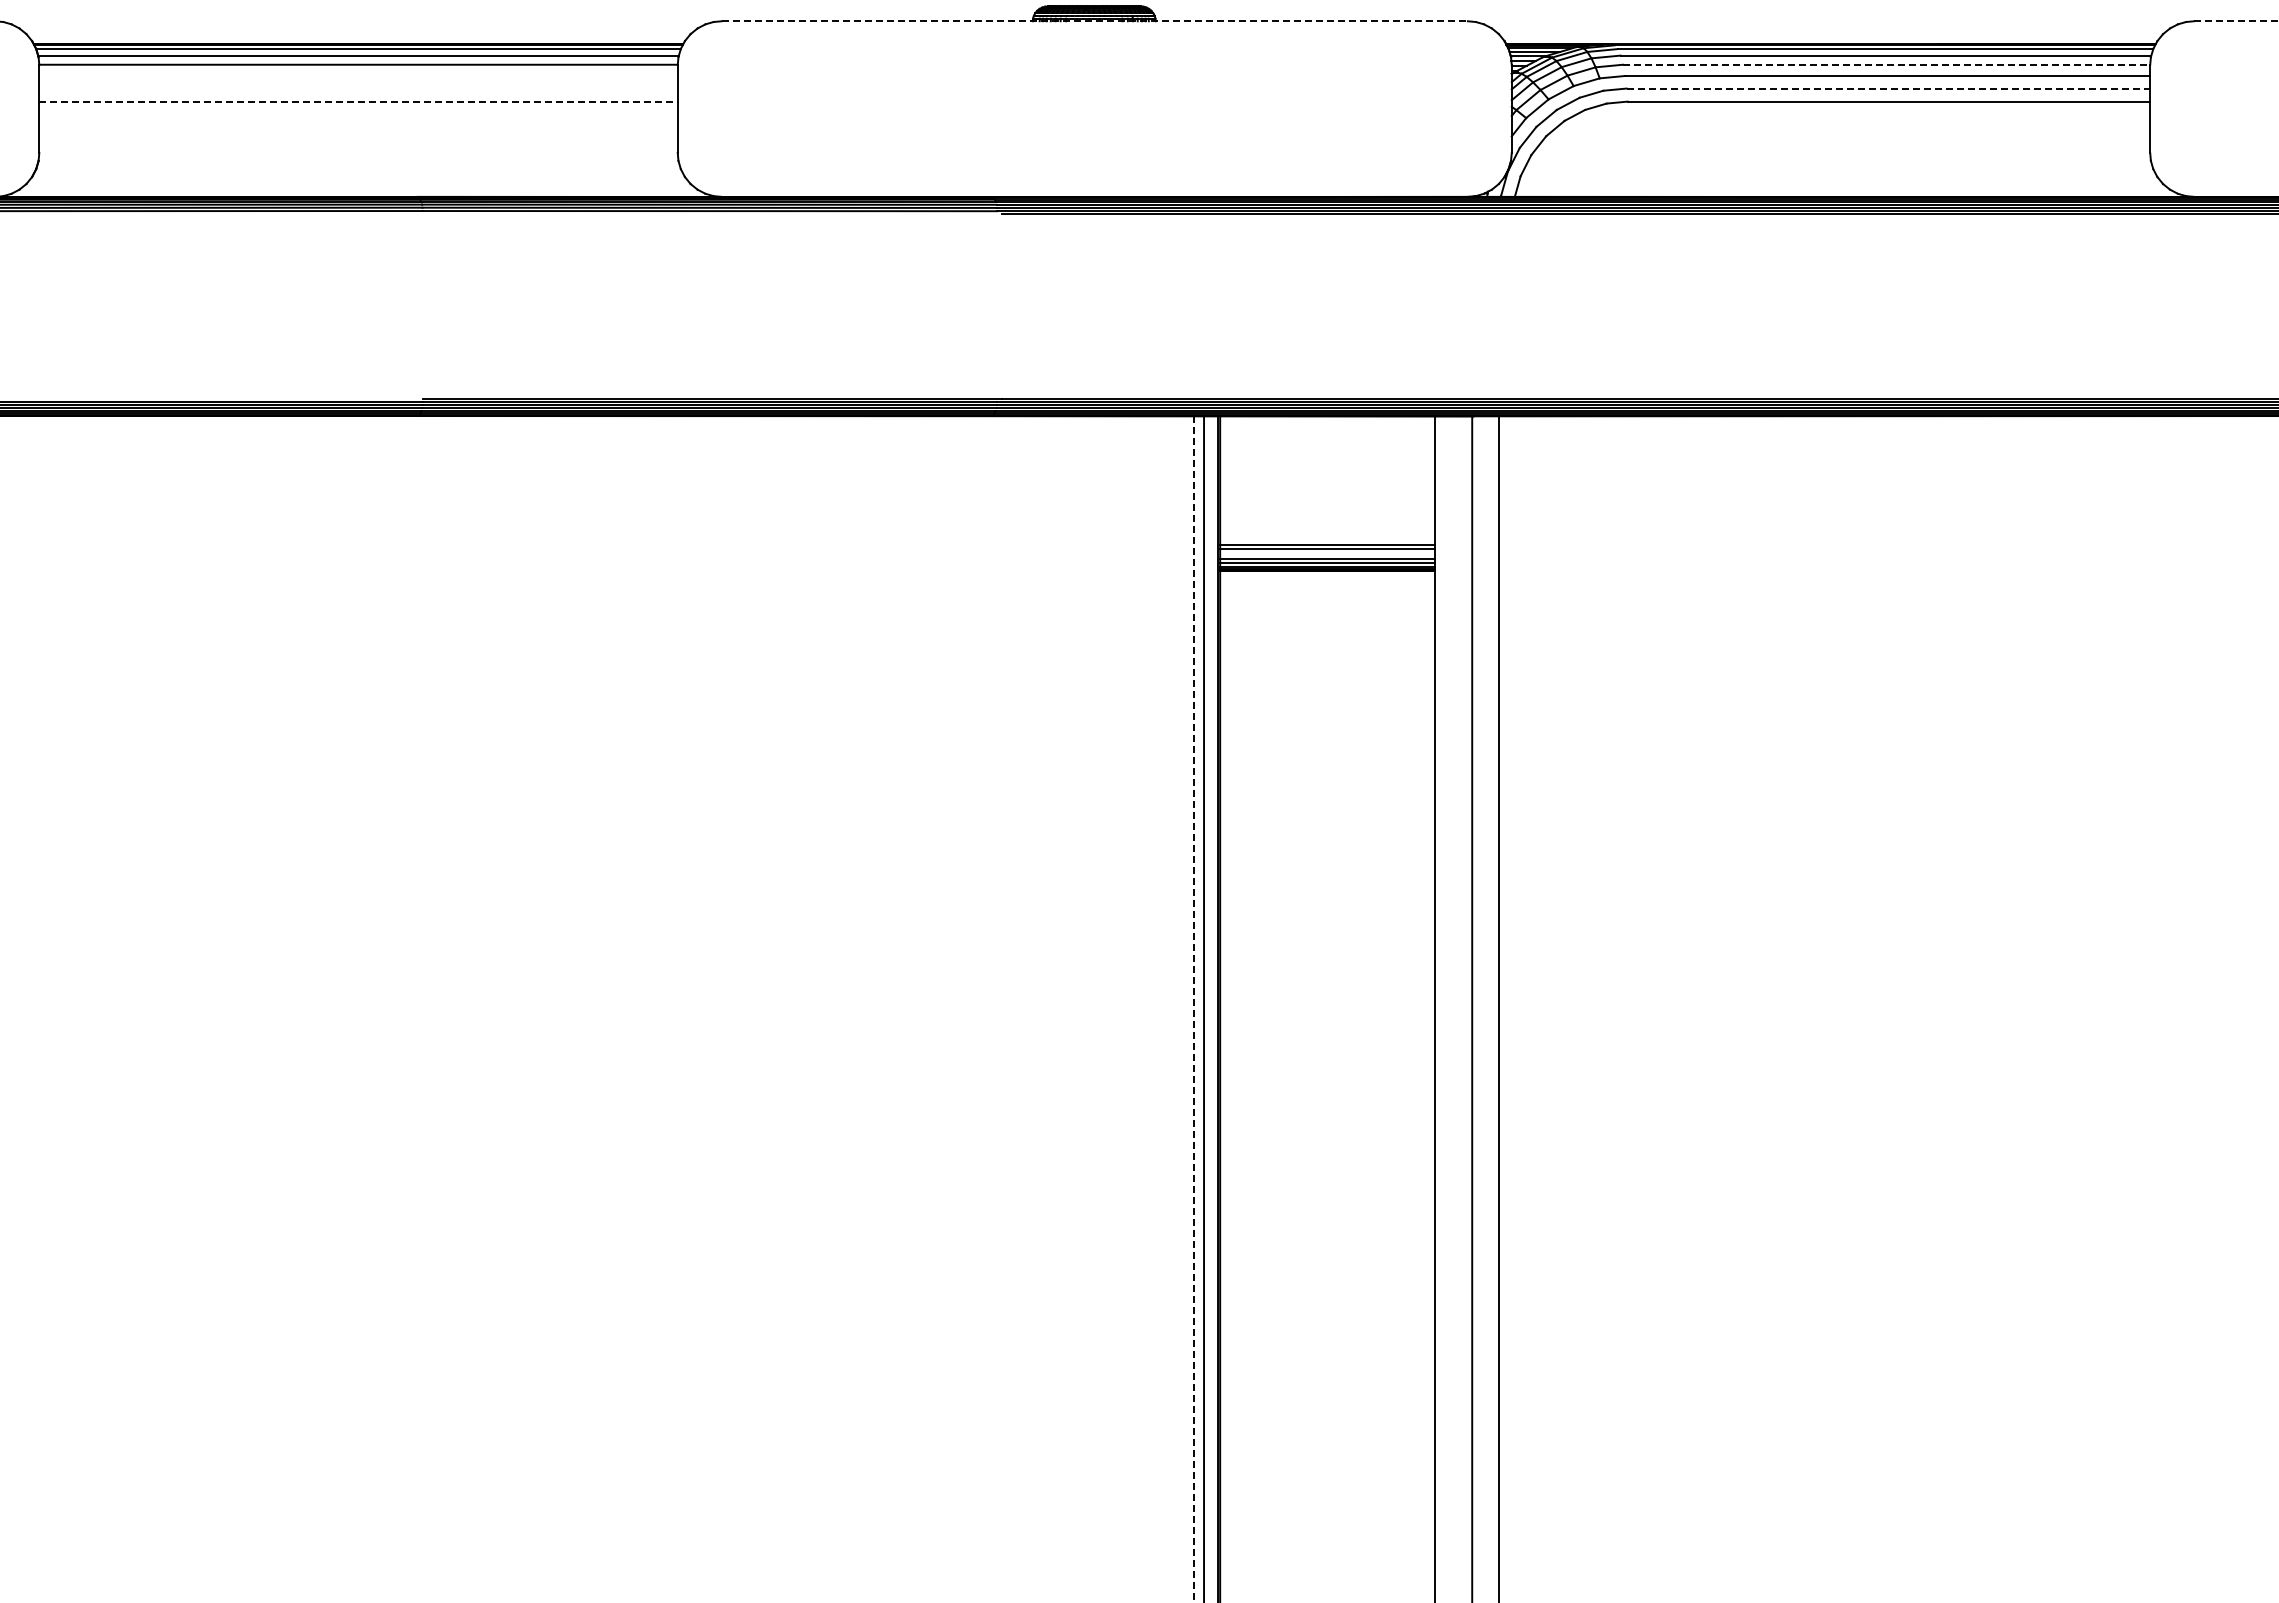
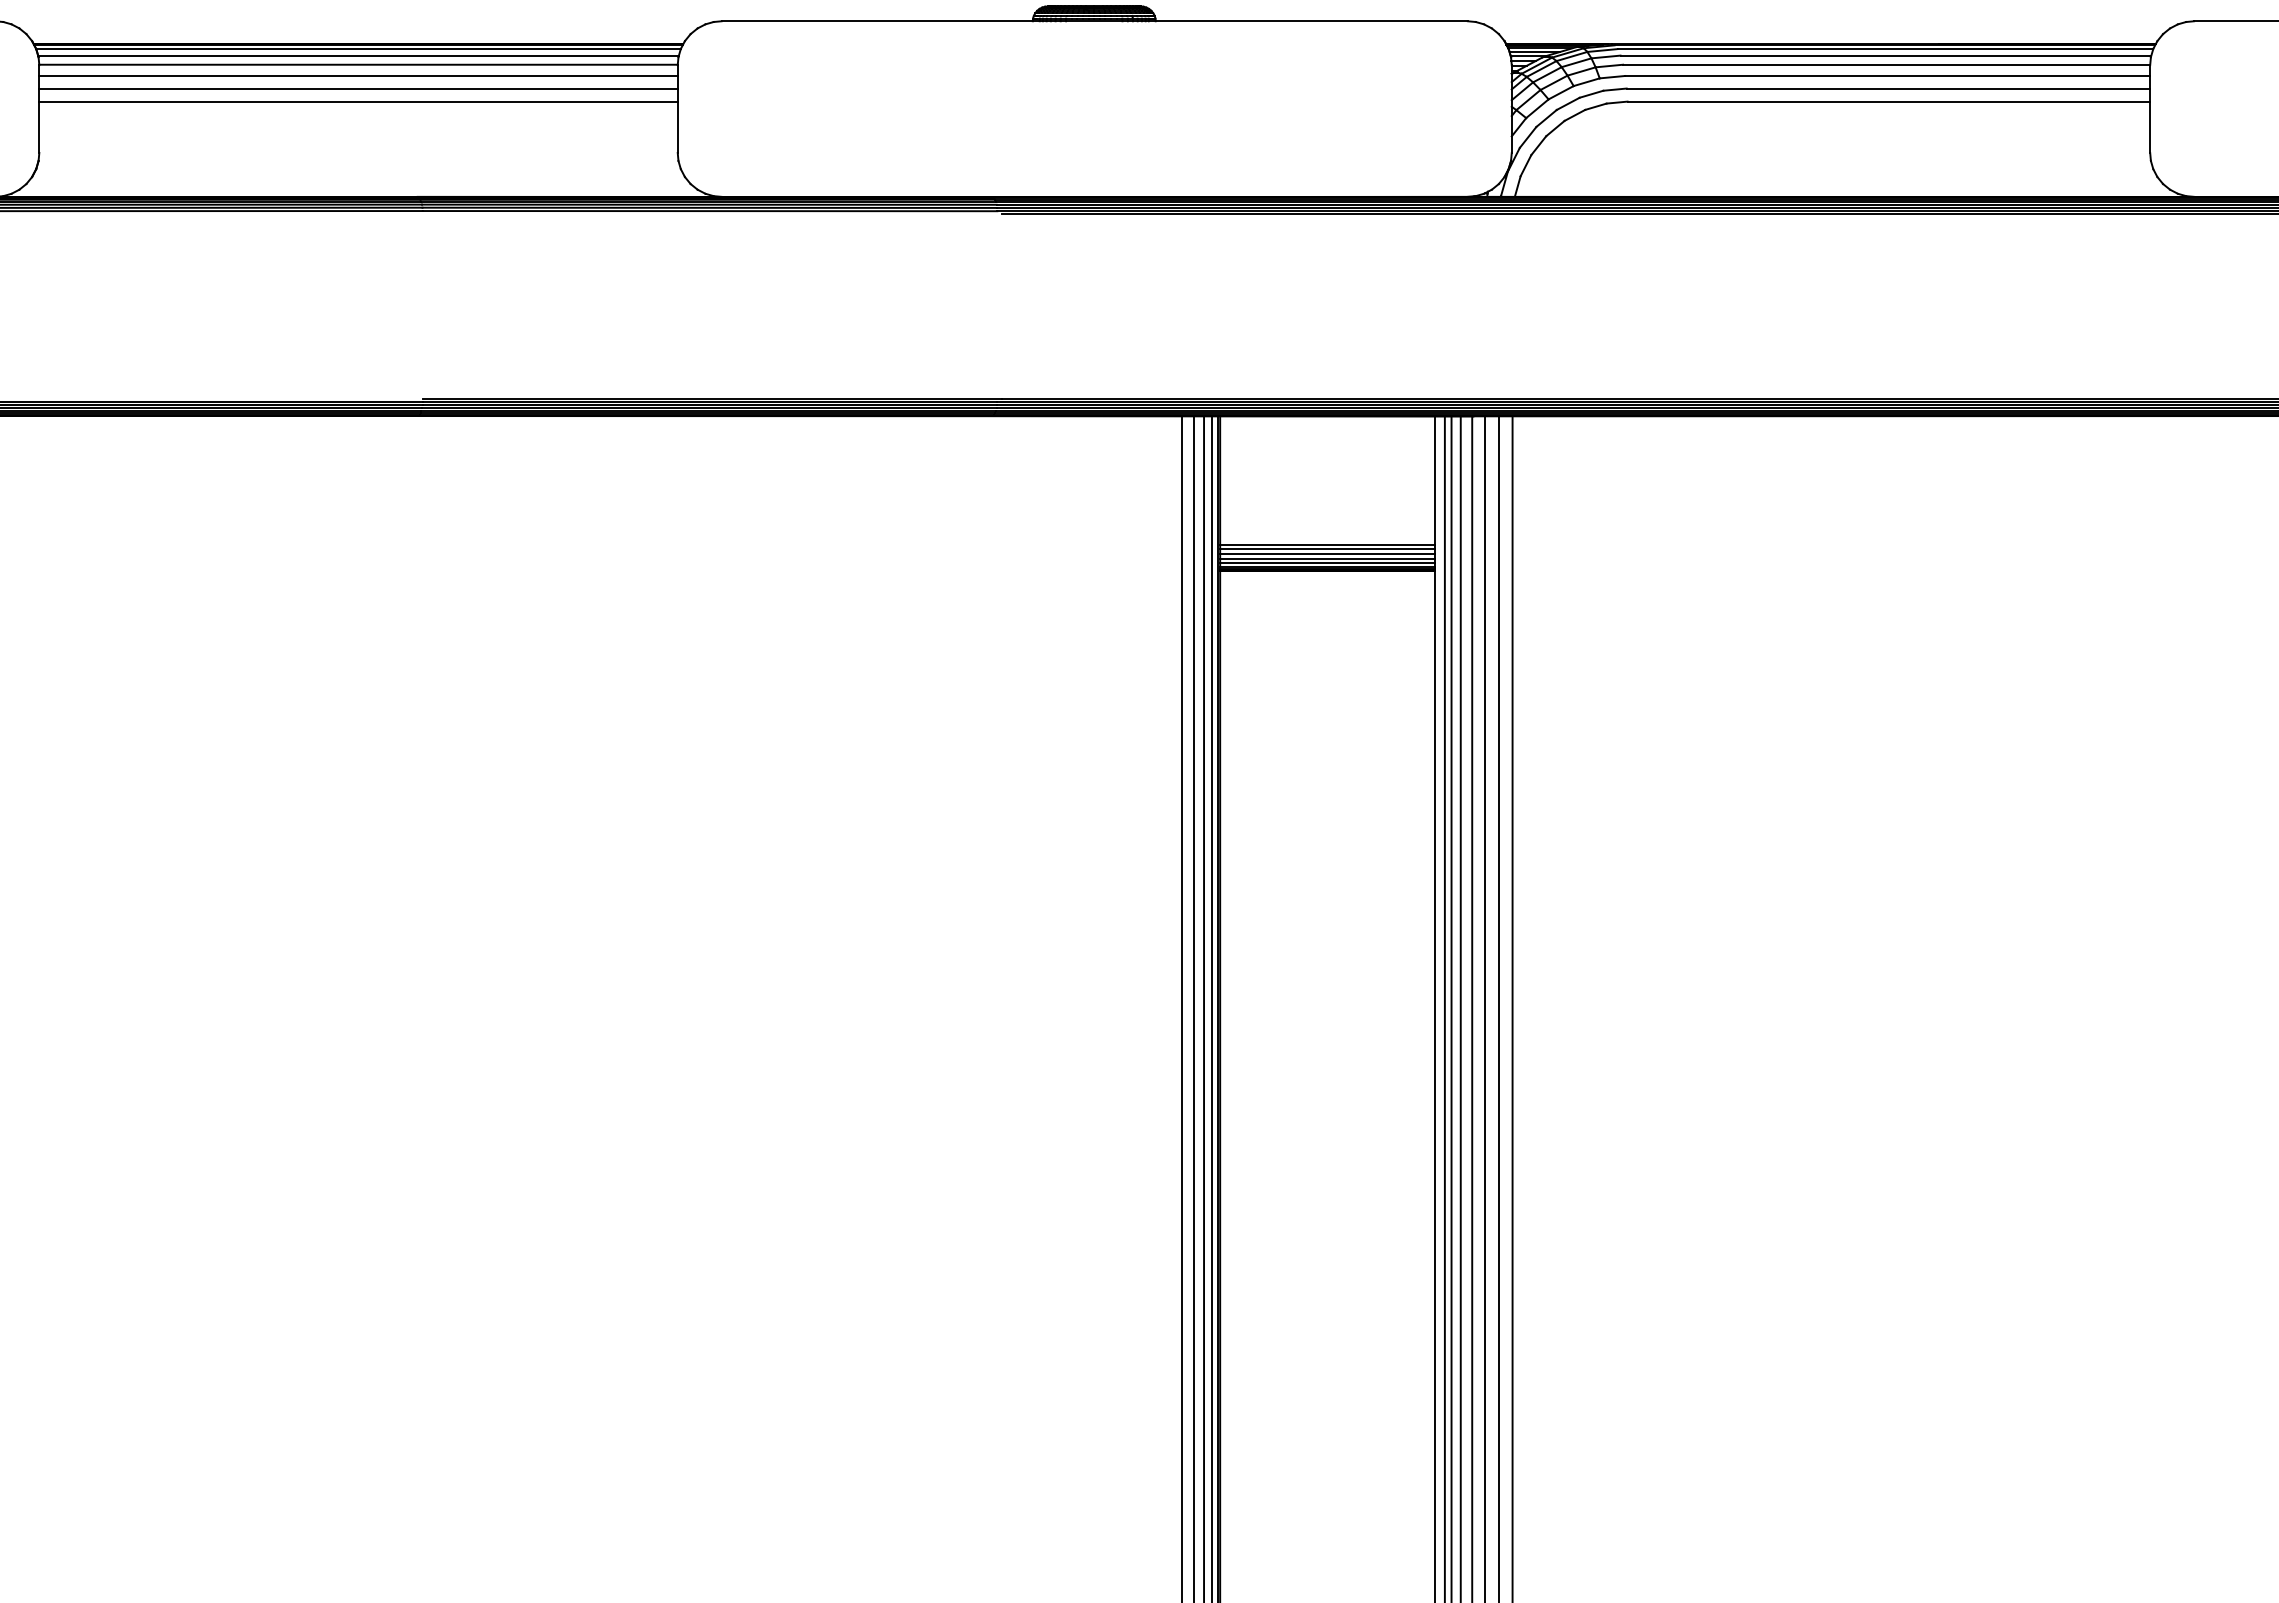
line at (1095, 21): dashed -> solid
line at (2236, 21): dashed -> solid
line at (1886, 64): dashed -> solid
line at (358, 75): none -> present
line at (358, 88): none -> present
line at (1888, 88): dashed -> solid
line at (359, 101): dashed -> solid
line at (1327, 554): none -> present
line at (1182, 1007): none -> present
line at (1212, 1007): none -> present
line at (1444, 1007): none -> present
line at (1451, 1007): none -> present
line at (1460, 1007): none -> present
line at (1485, 1007): none -> present
line at (1512, 1007): none -> present
line at (1193, 1009): dashed -> solid
